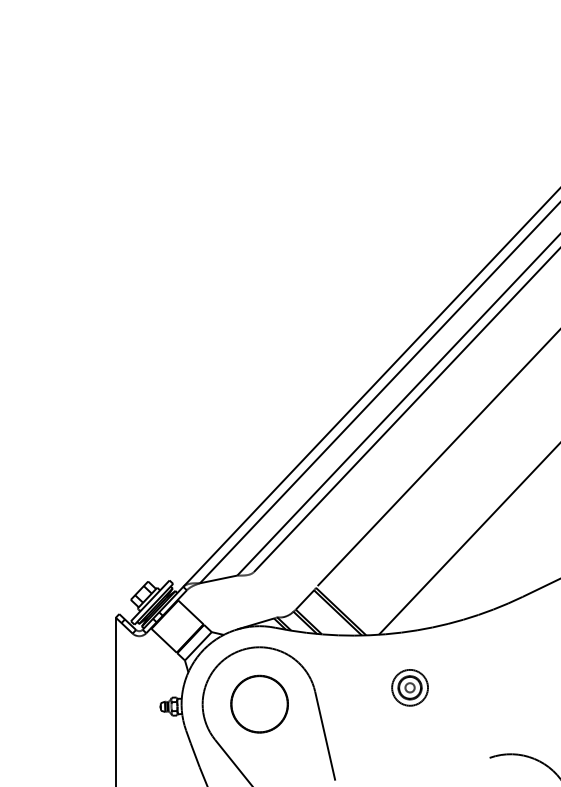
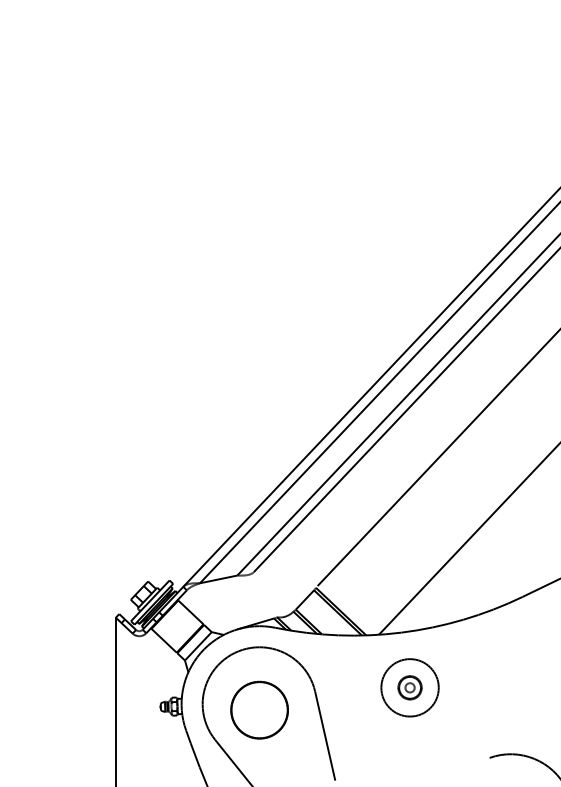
circle at (410, 687) diameter: 36 px -> 57 px
part at (259, 703) position: (259, 703) -> (259, 709)
